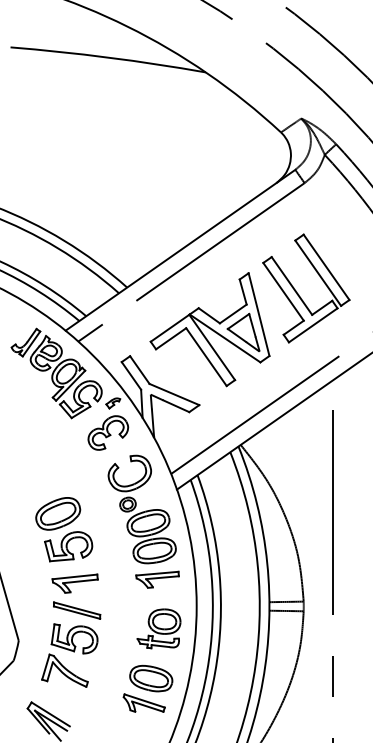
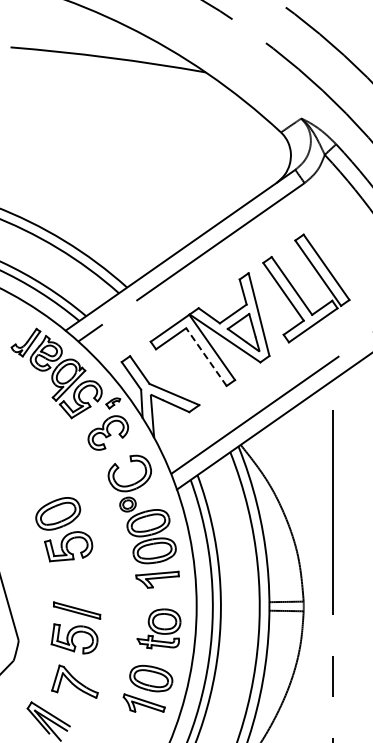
line at (206, 356): solid -> dashed
part at (74, 583): present -> none
part at (64, 670) position: (64, 670) -> (74, 681)
